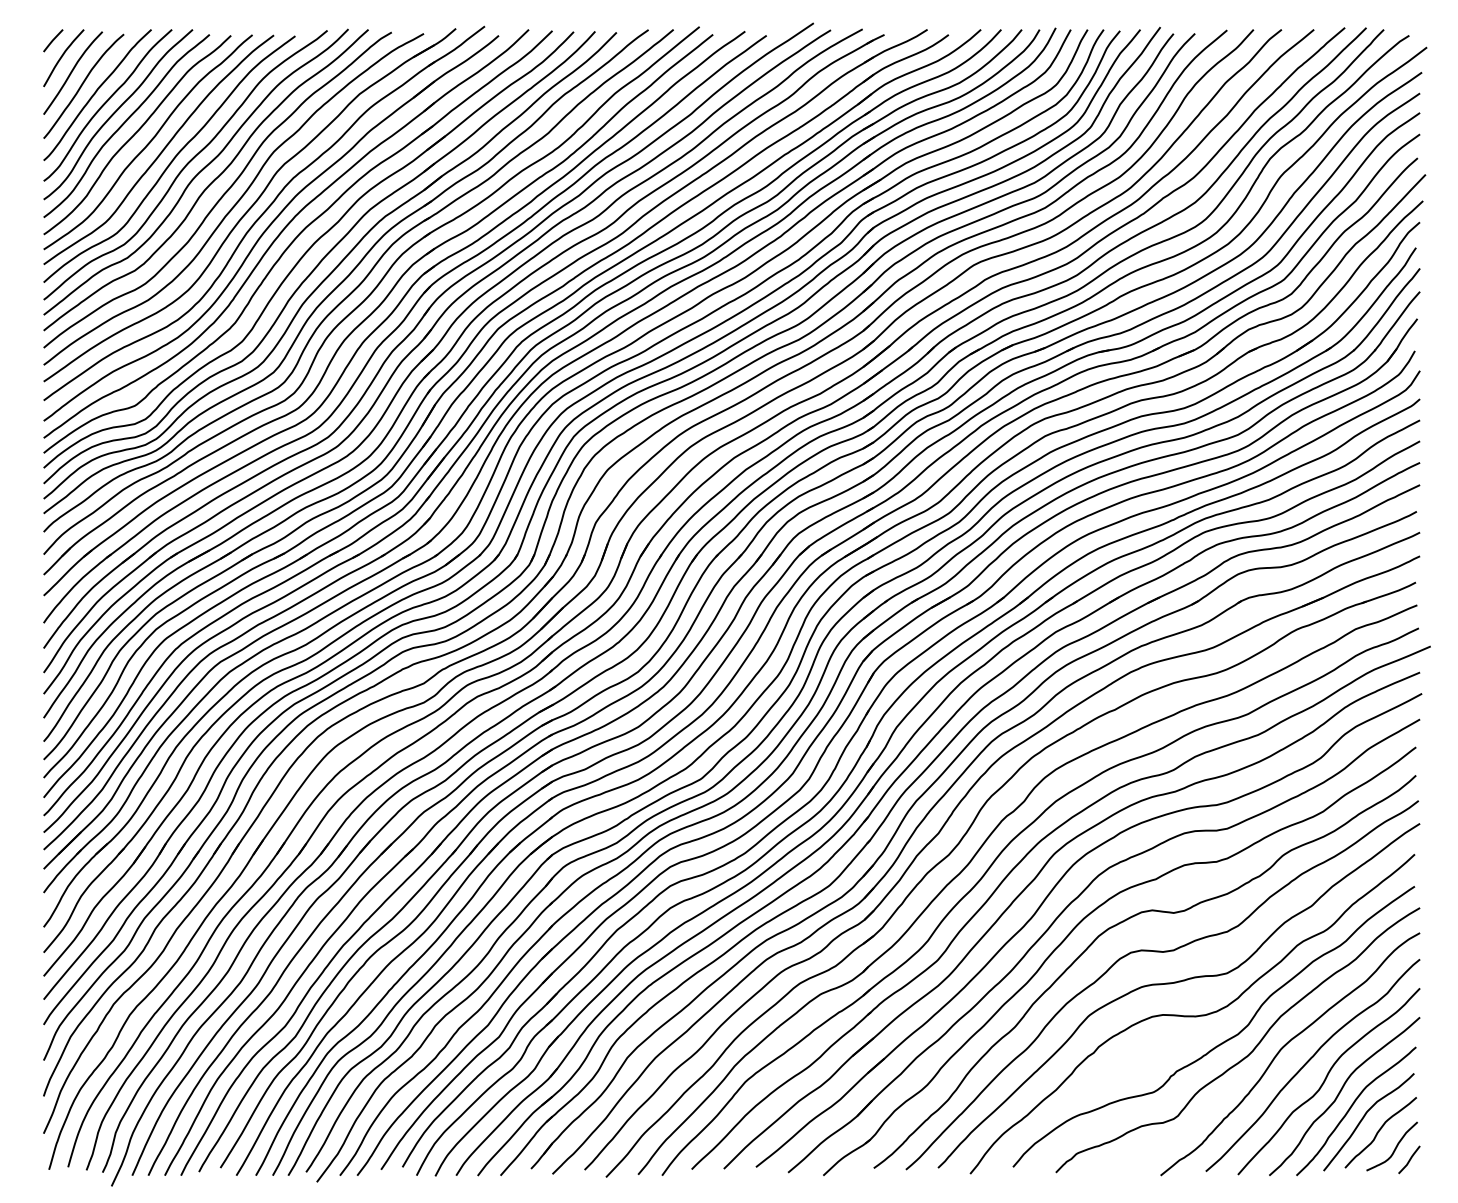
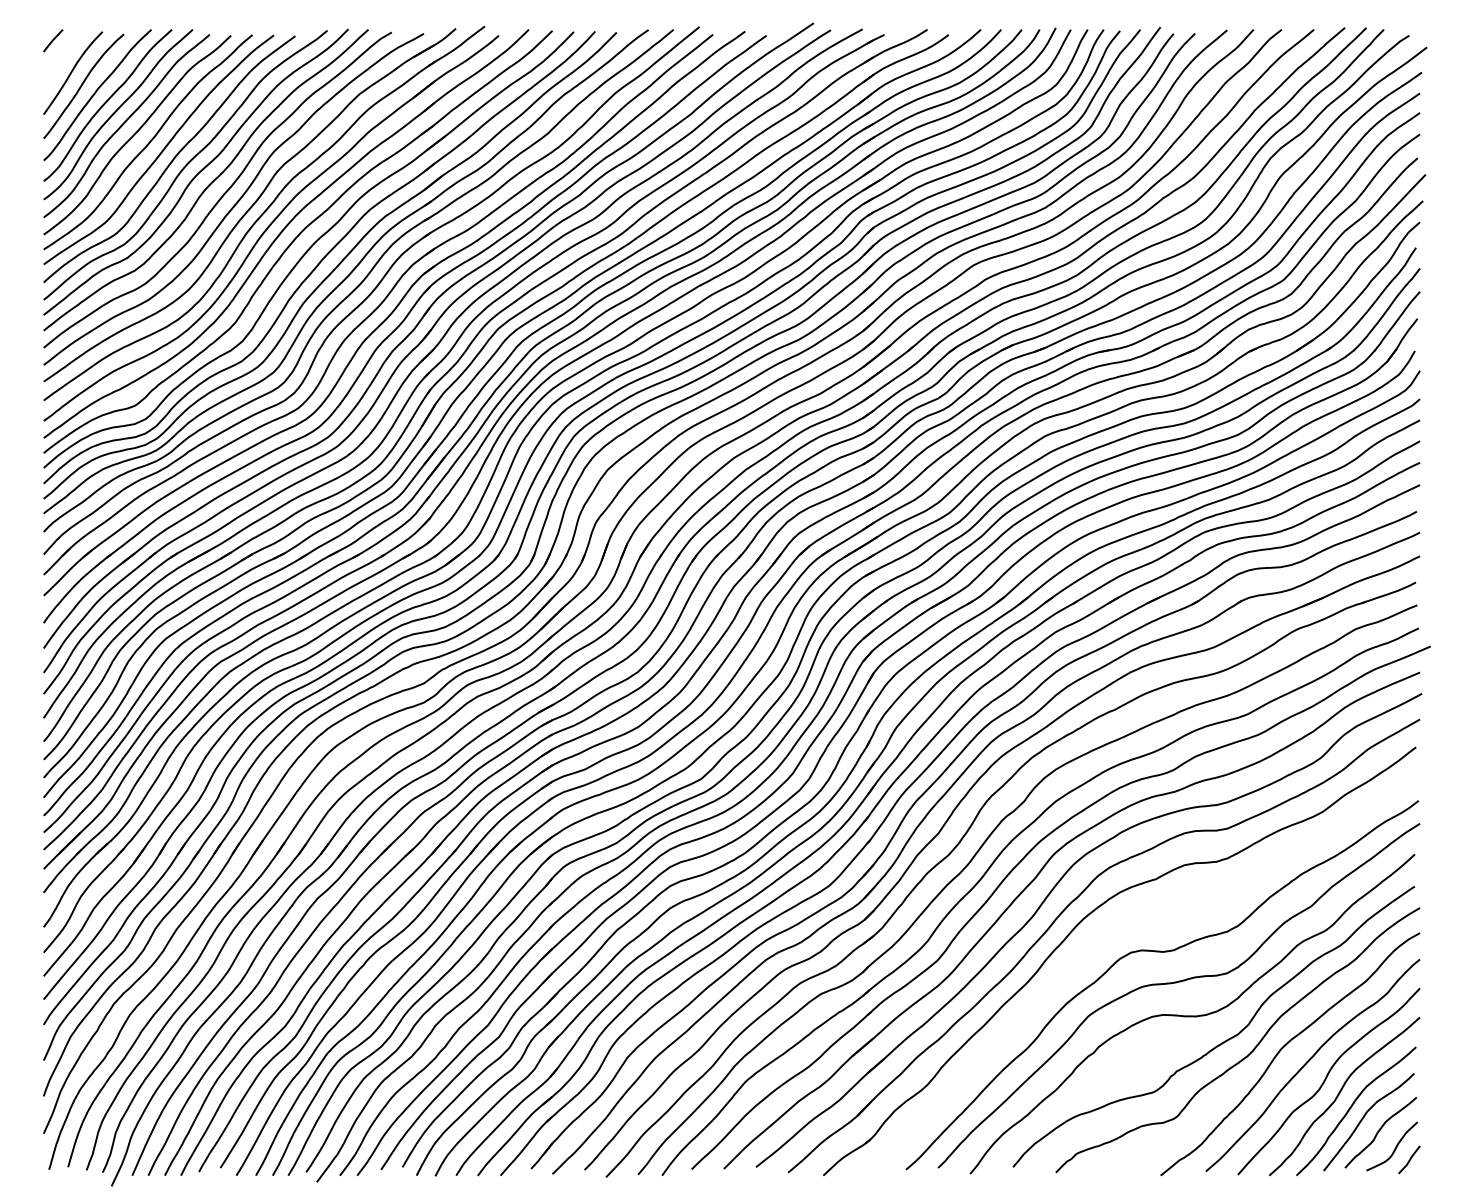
curve at (62, 57): present -> none
curve at (1121, 923): present -> none
